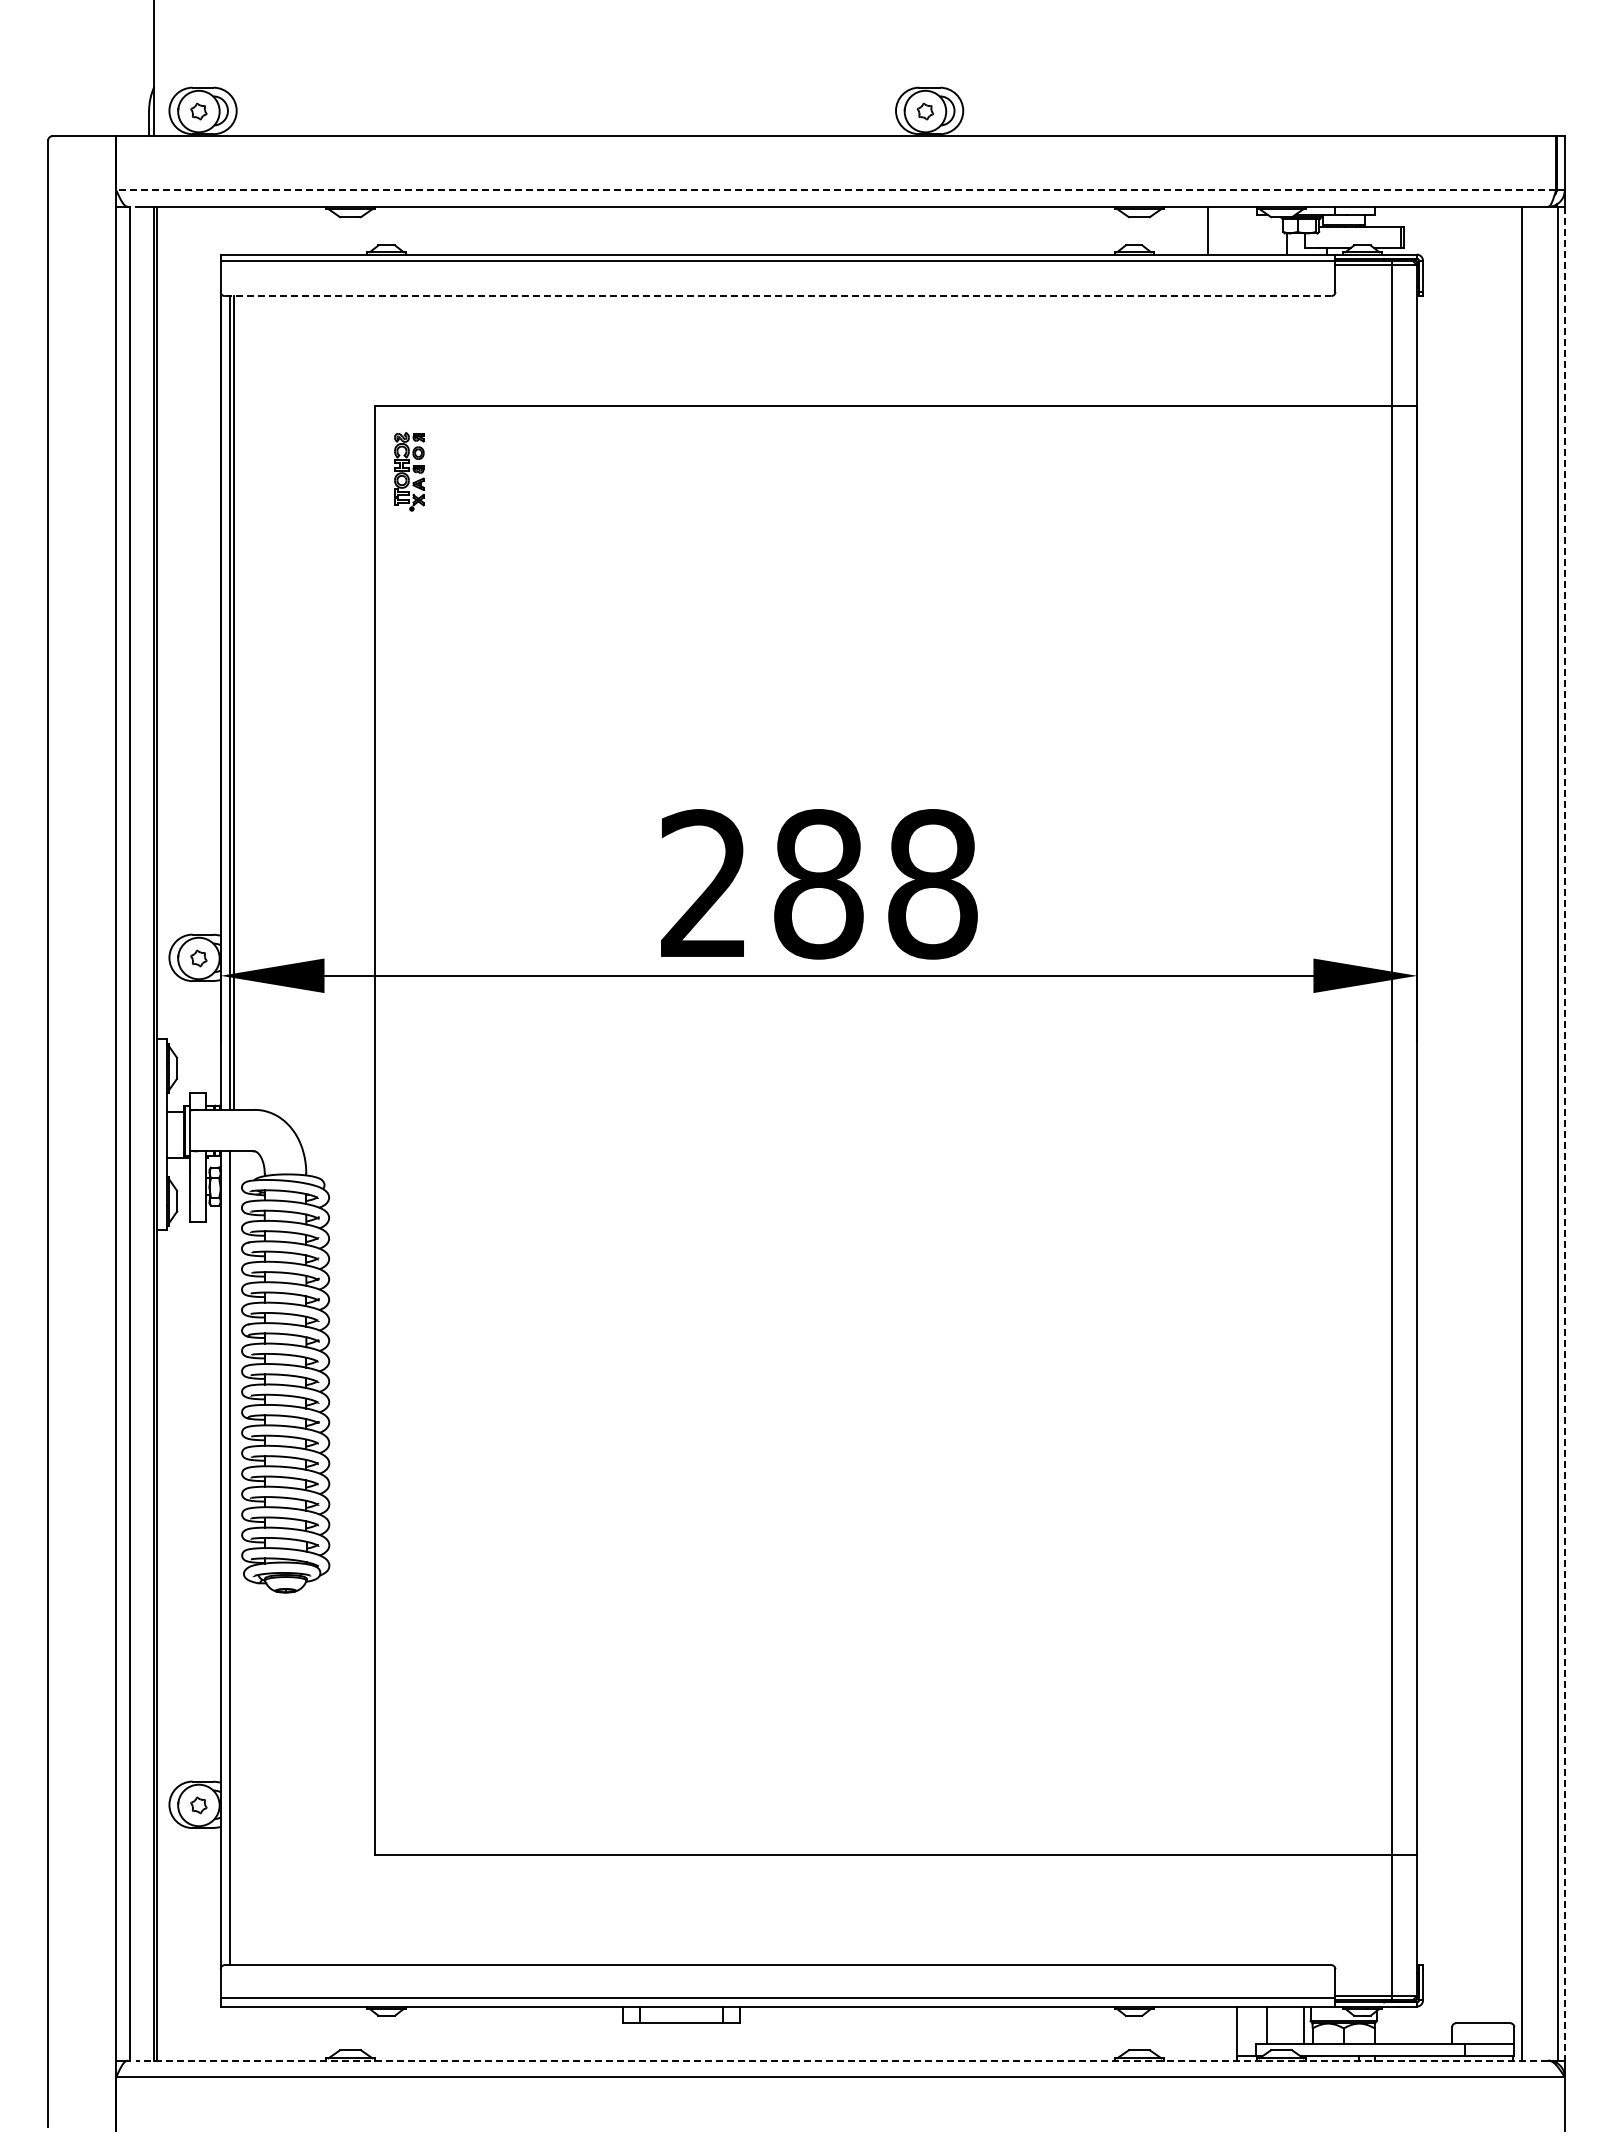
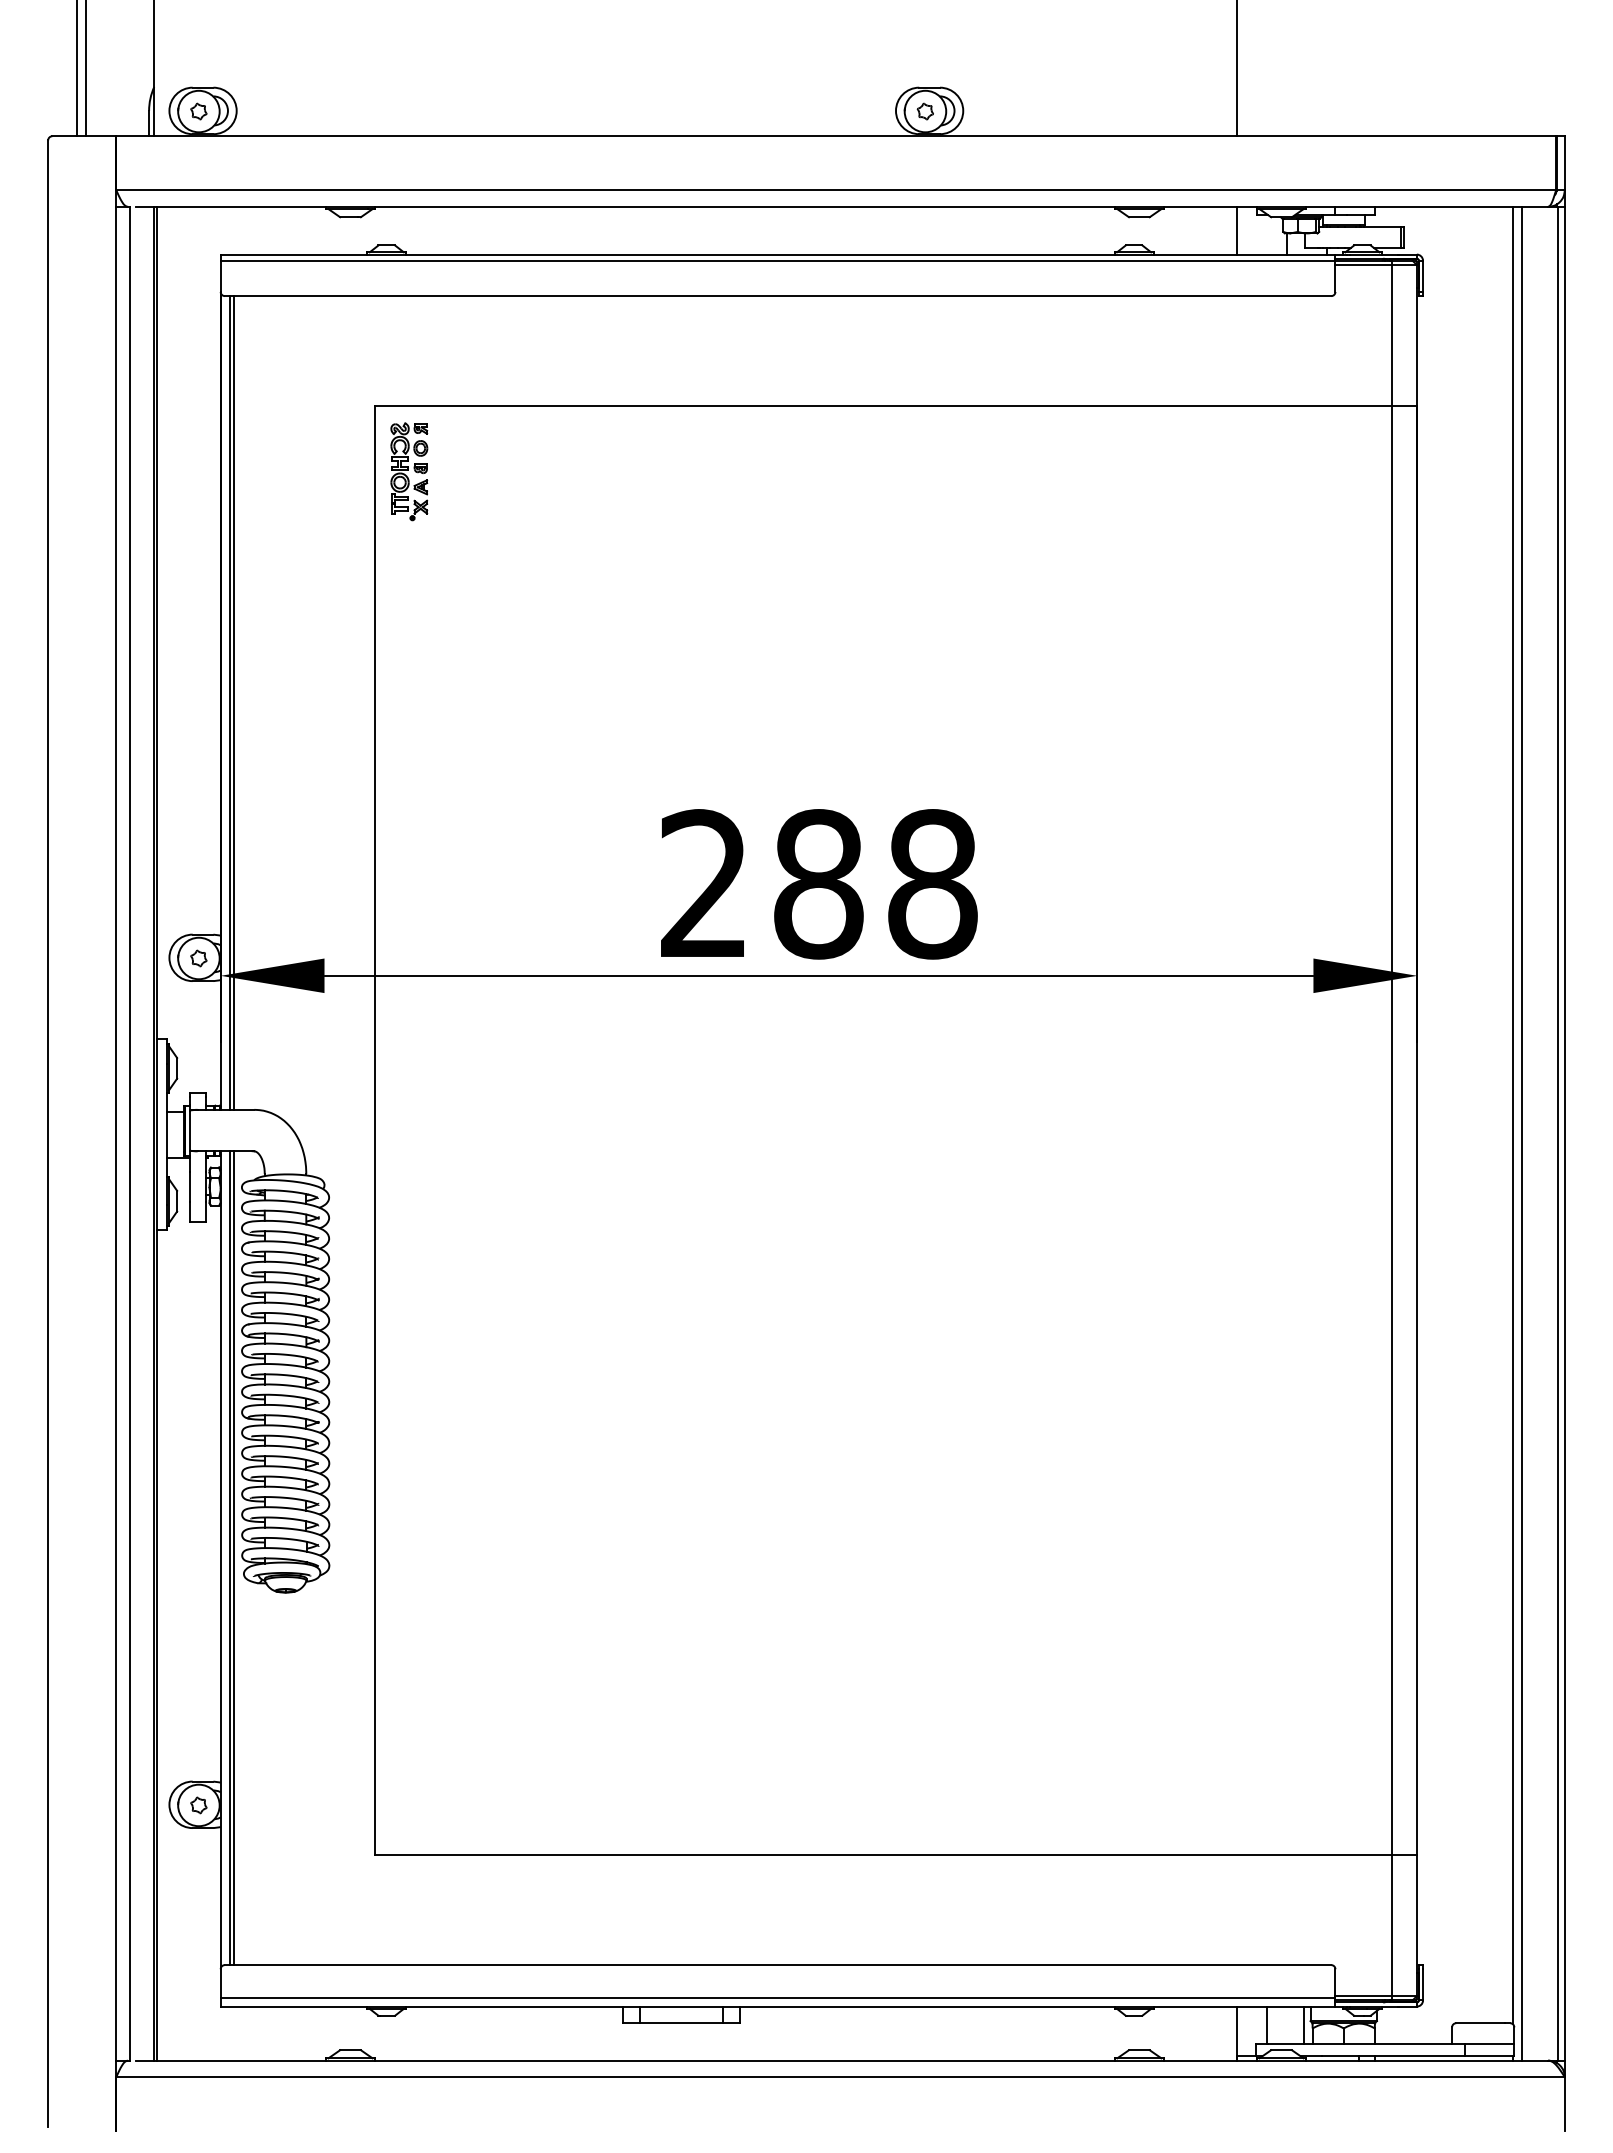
line at (77, 69): none -> present
line at (86, 69): none -> present
line at (1236, 69): none -> present
line at (836, 190): dashed -> solid
line at (1207, 230) position: (1207, 230) -> (1236, 230)
line at (778, 296): dashed -> solid
part at (409, 471) size: 31x80 px -> 39x100 px
line at (1512, 1115): none -> present
line at (1564, 1133): dashed -> solid
line at (234, 1558): none -> present
line at (842, 2060): dashed -> solid
